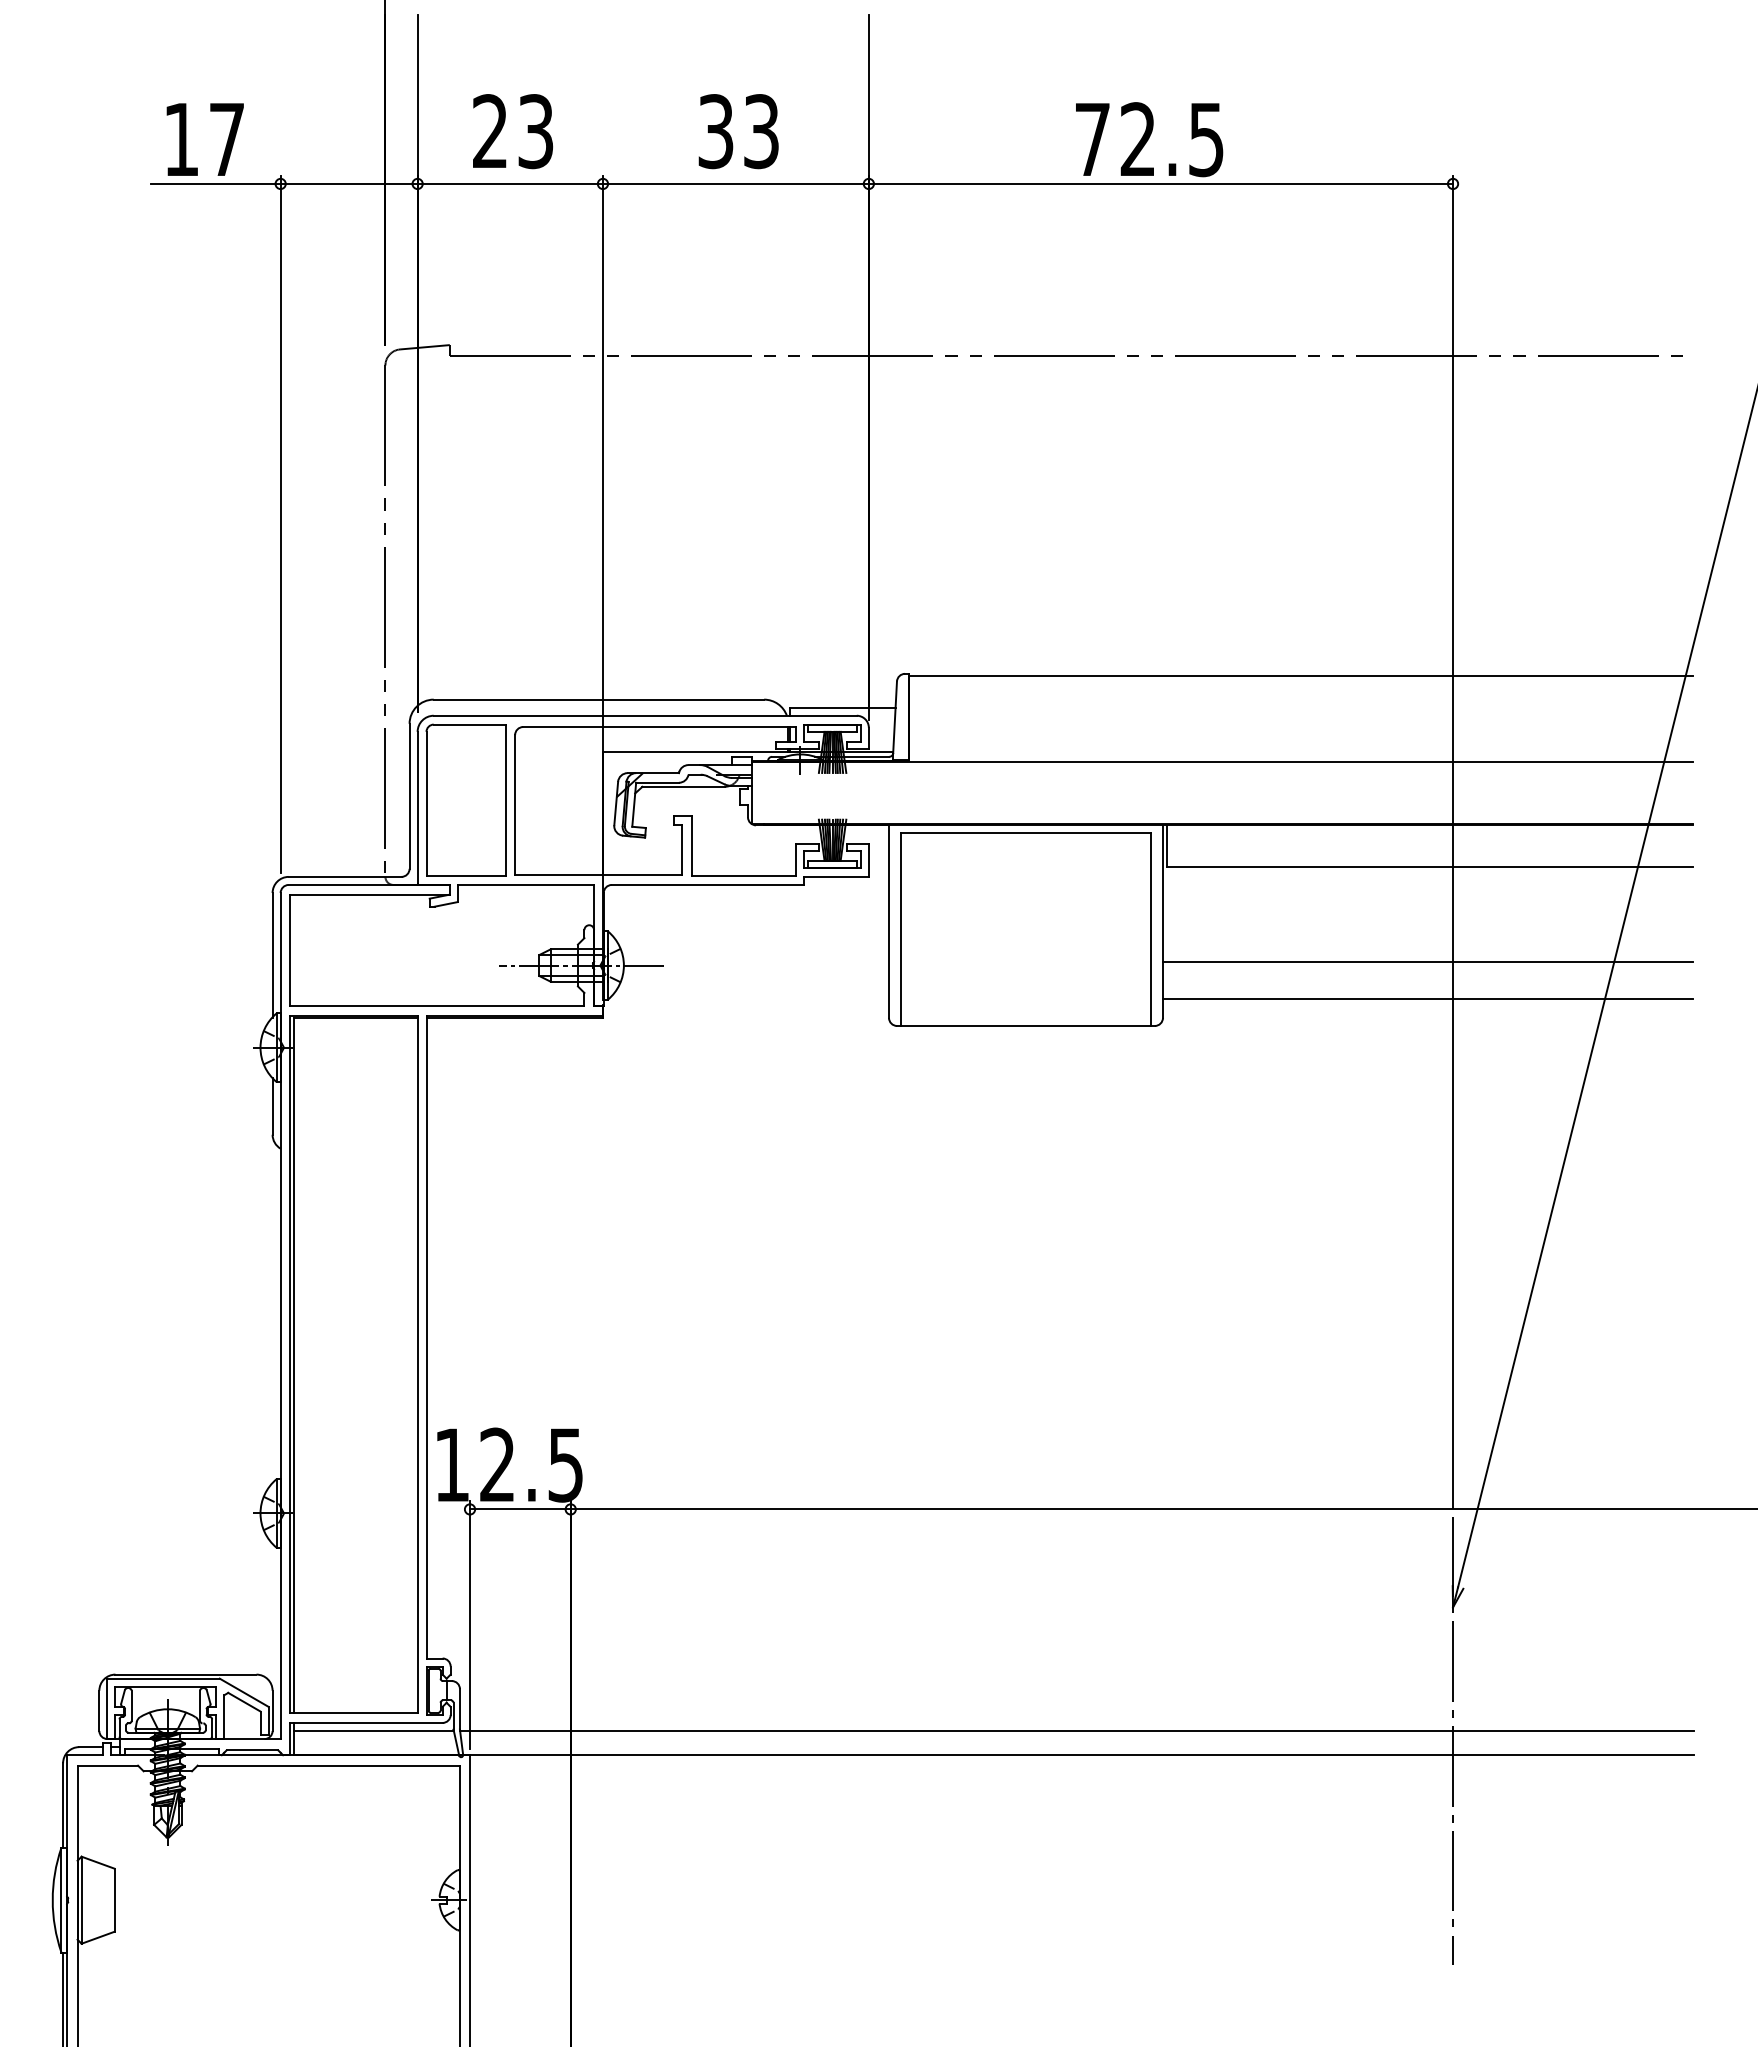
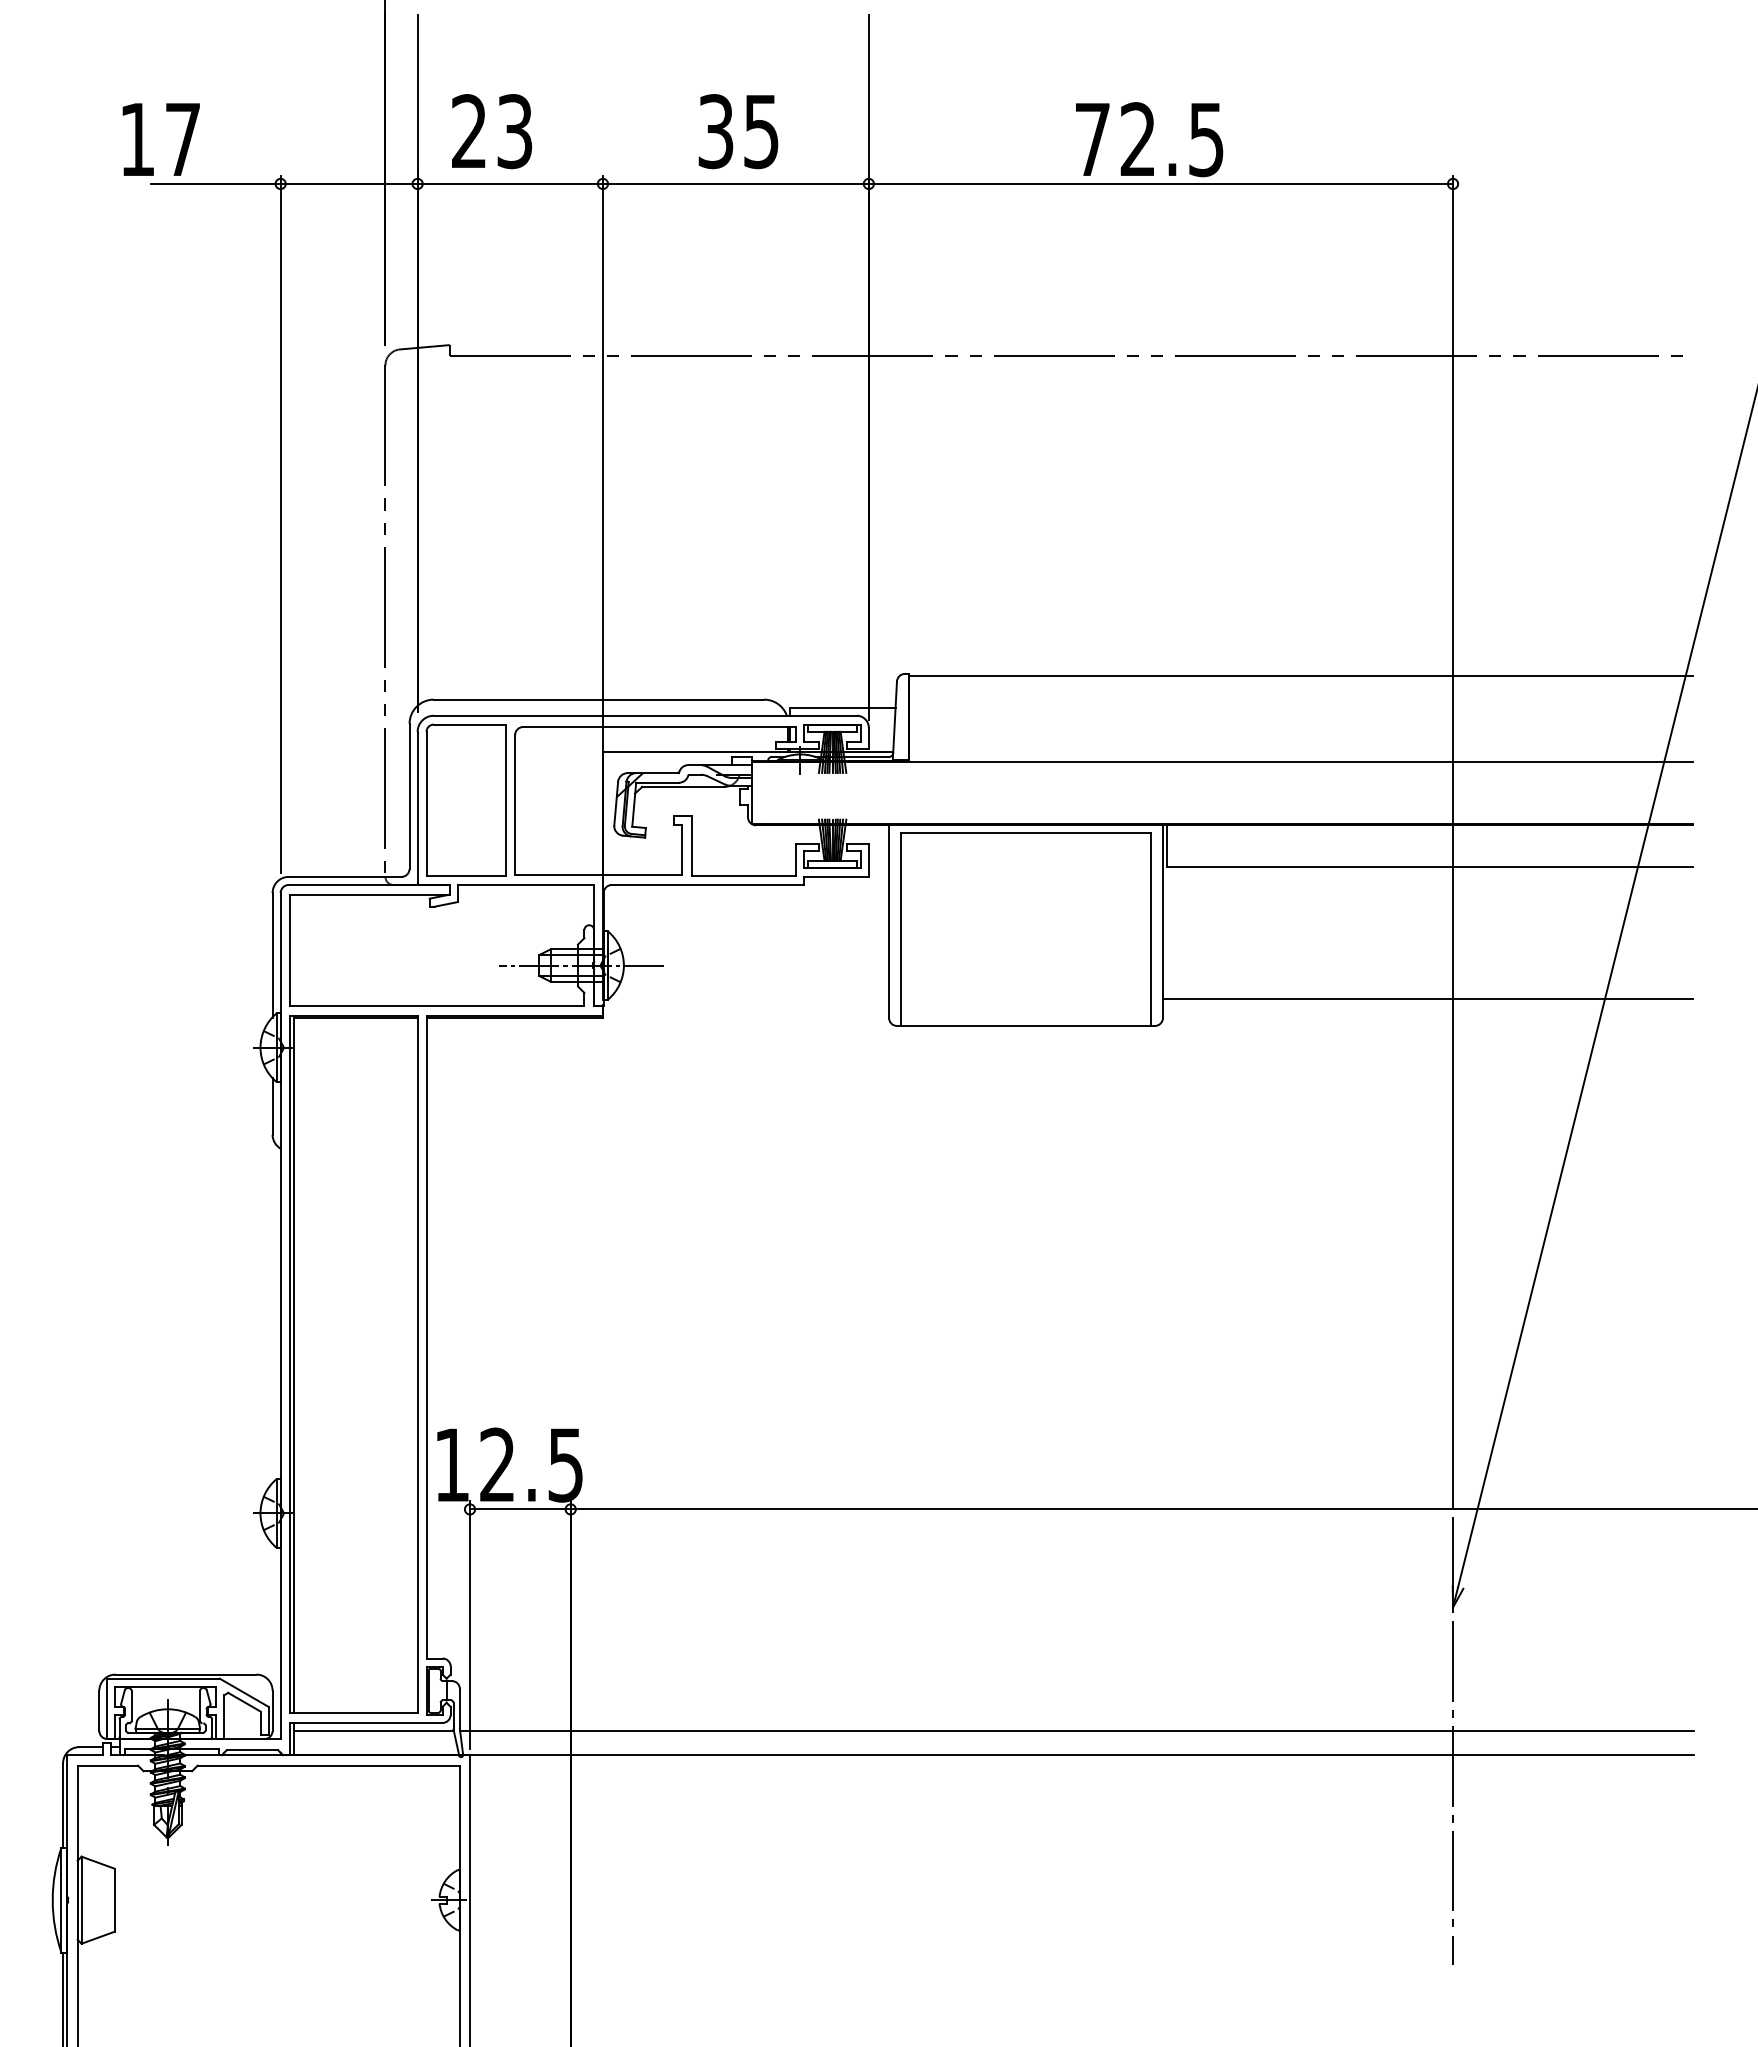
text at (512, 131) position: (512, 131) -> (491, 131)
text at (761, 131): 33 -> 35
text at (204, 139) position: (204, 139) -> (160, 139)
line at (1427, 962): present -> none
